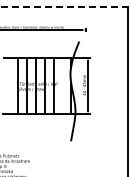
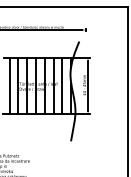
line at (64, 6): dashed -> solid
line at (9, 85): none -> present
line at (62, 85): none -> present
